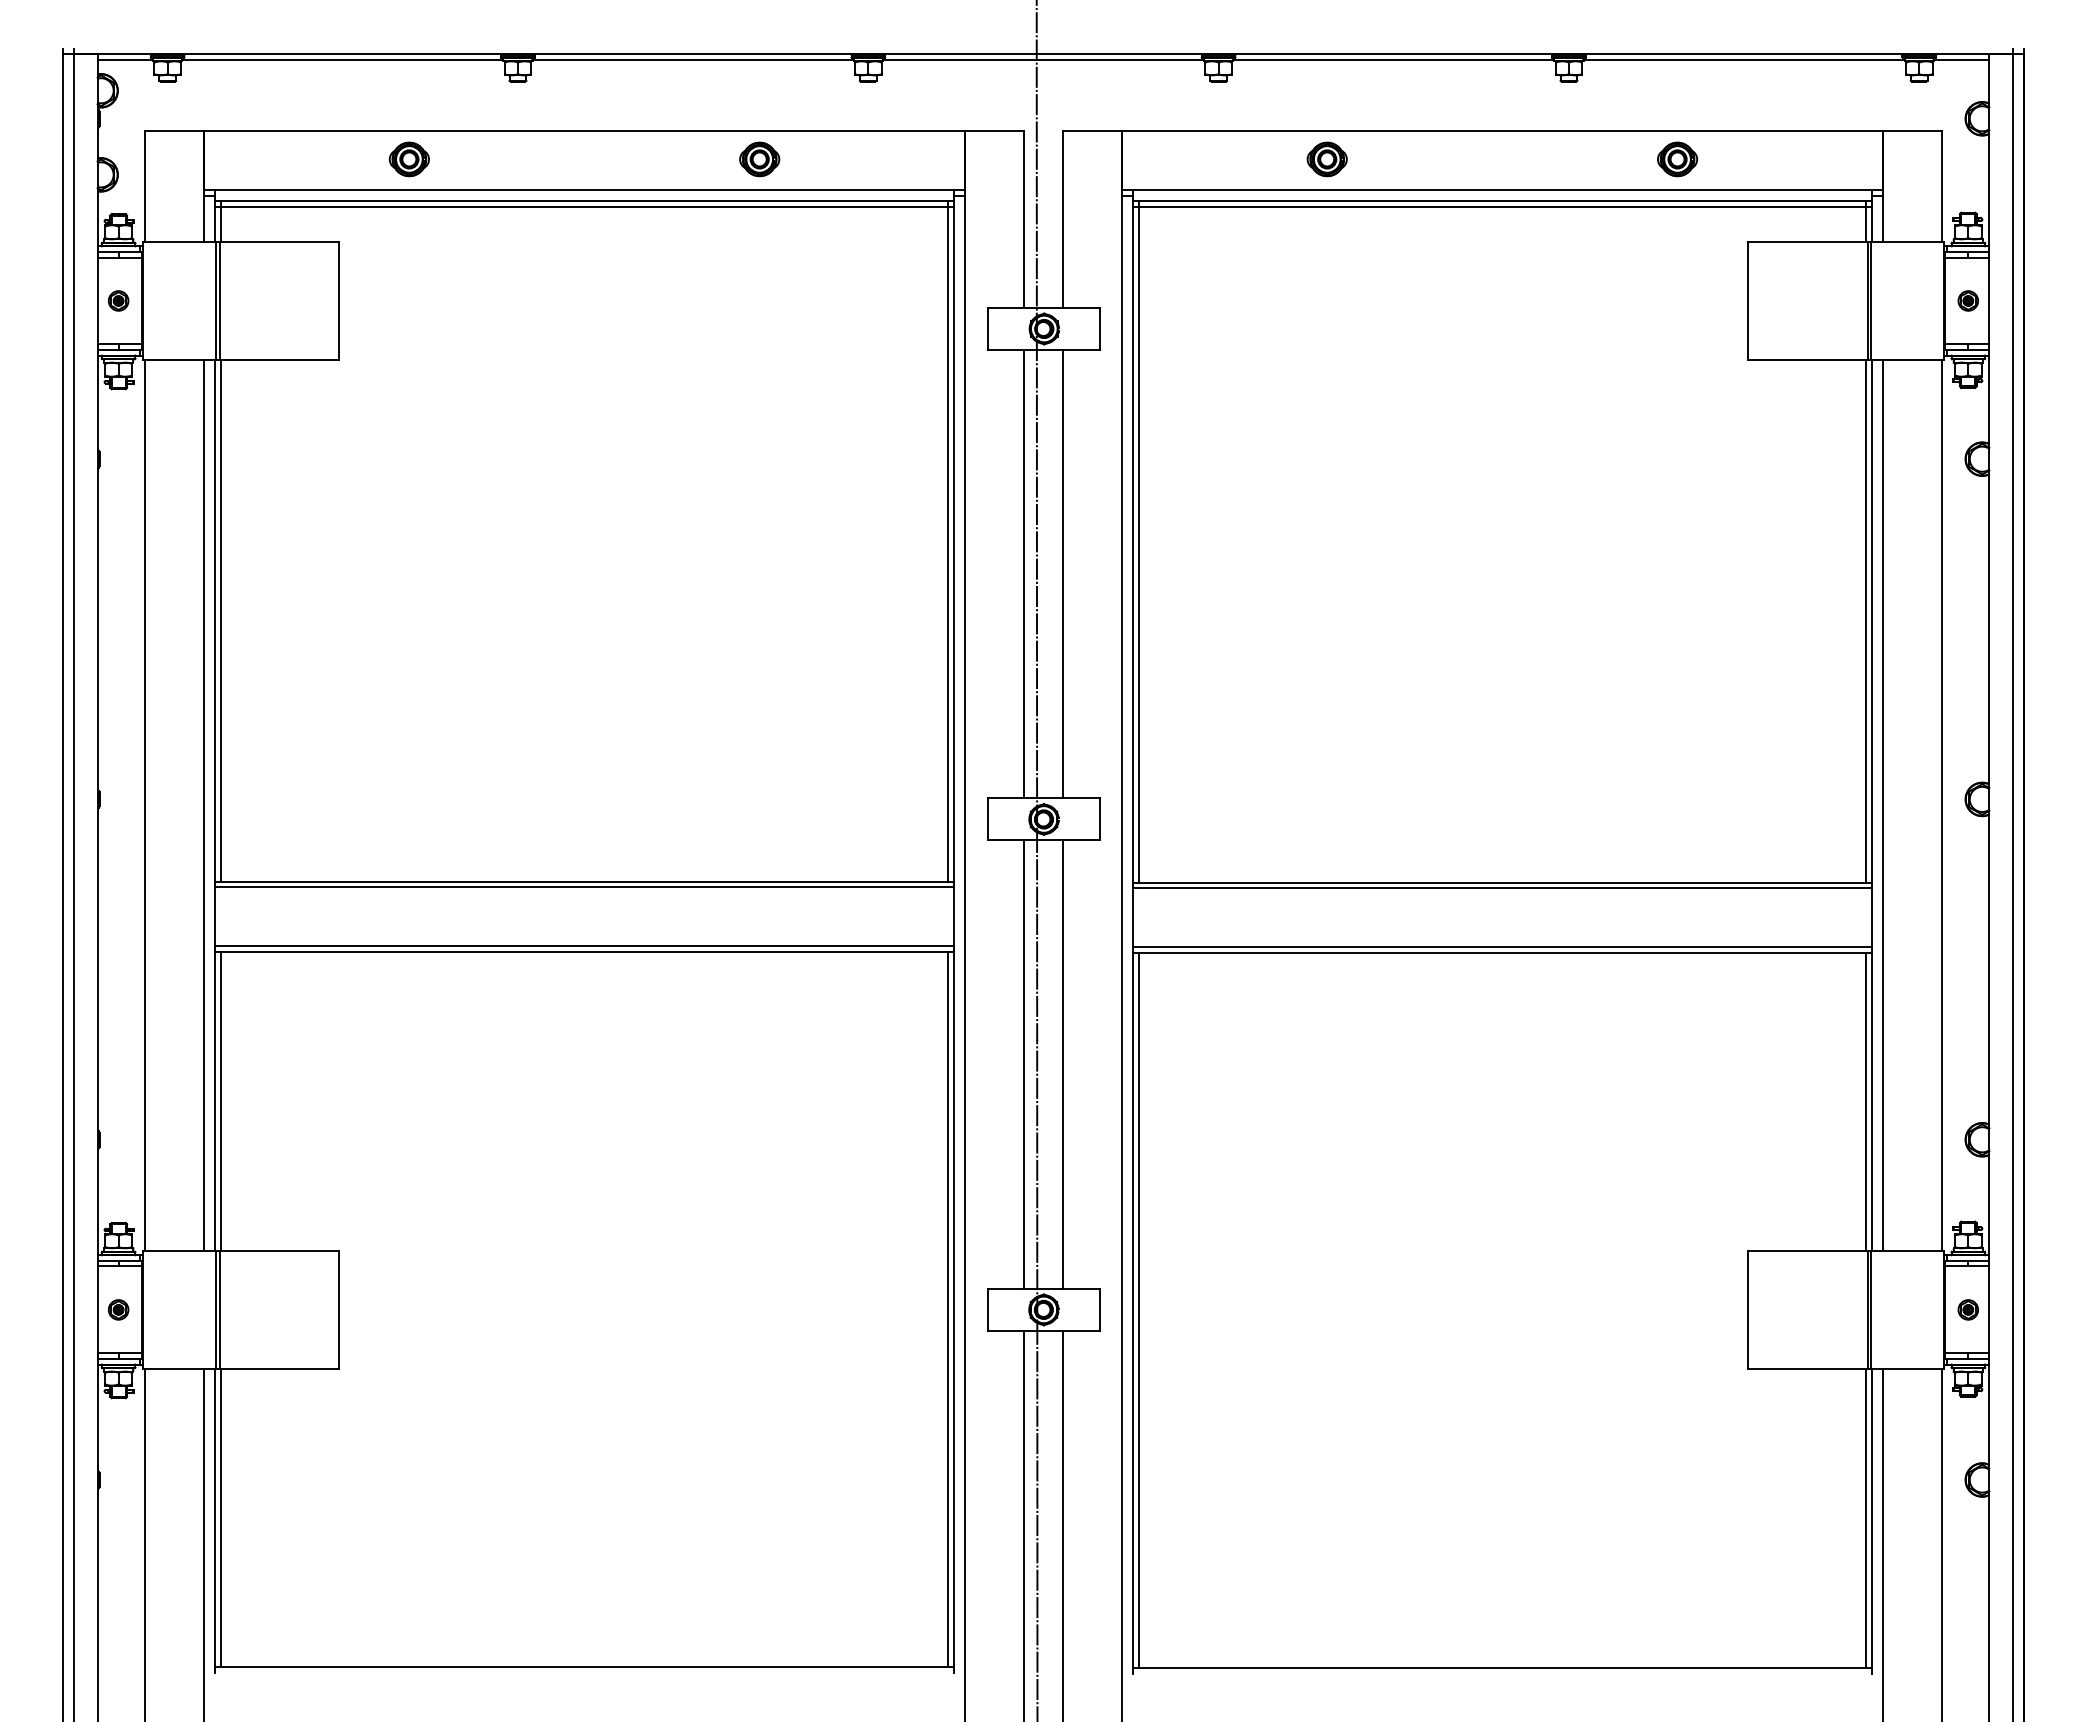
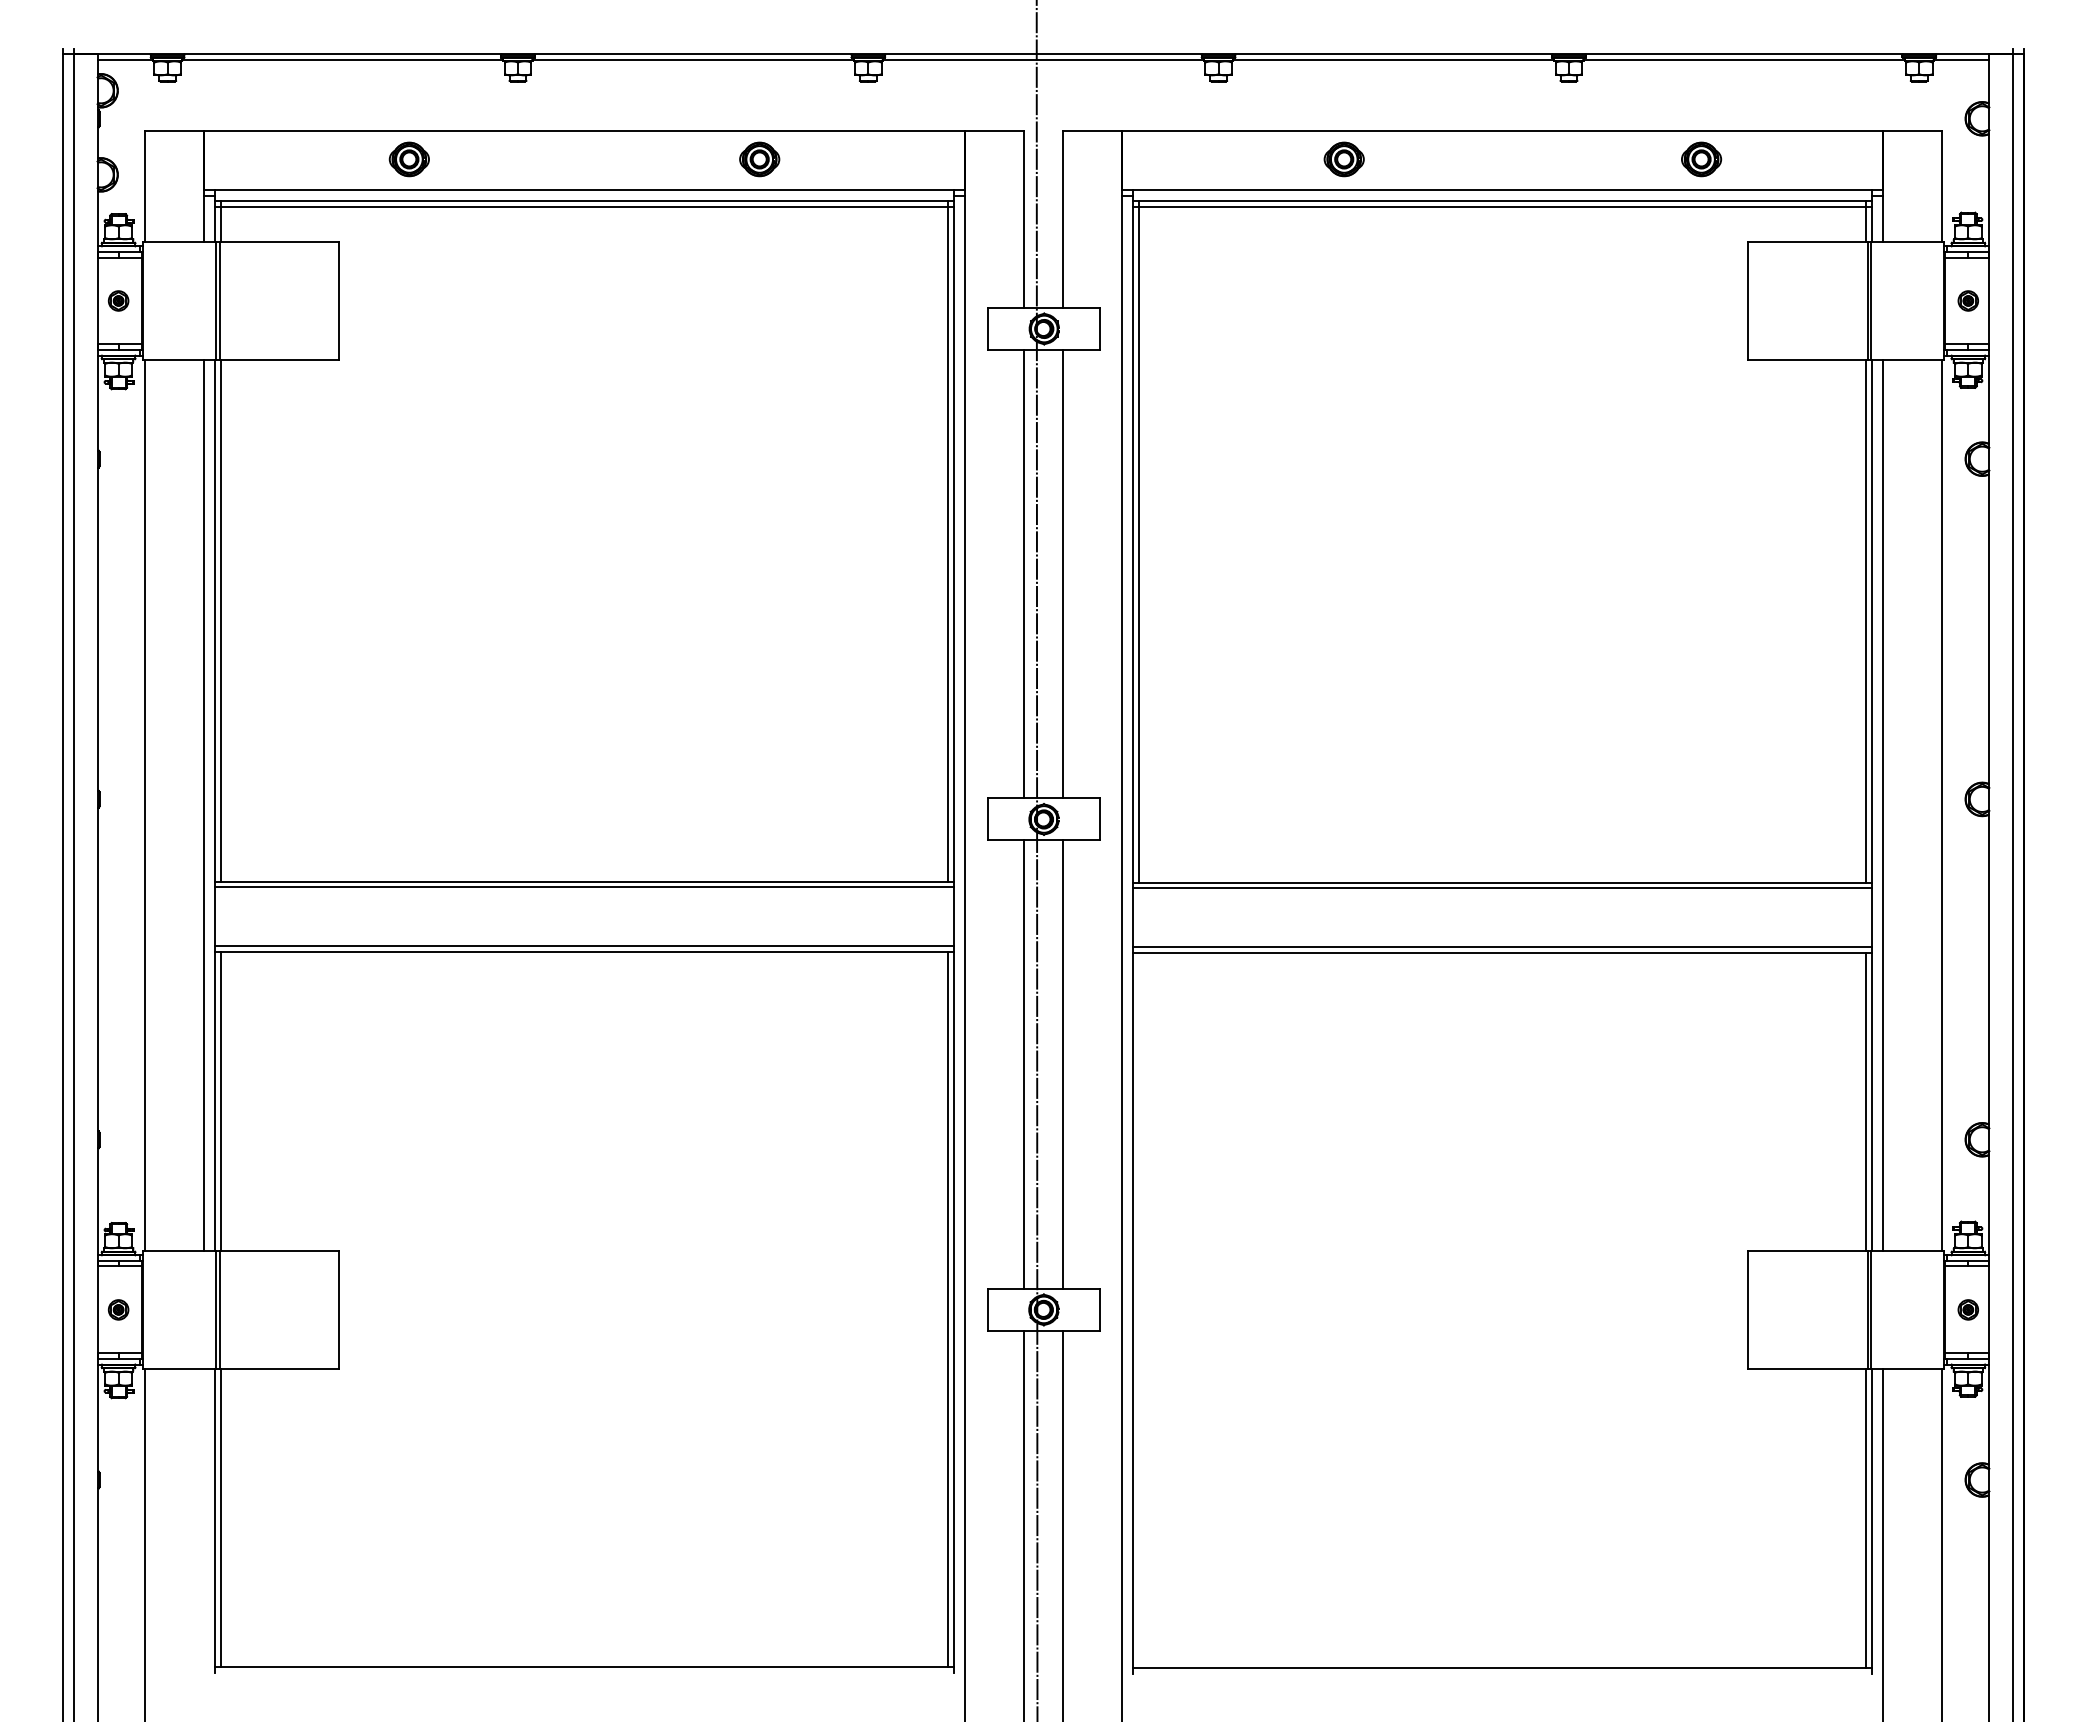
part at (1326, 159) position: (1326, 159) -> (1343, 159)
part at (1677, 159) position: (1677, 159) -> (1701, 159)
line at (1138, 1309): present -> none
line at (204, 1543): present -> none
